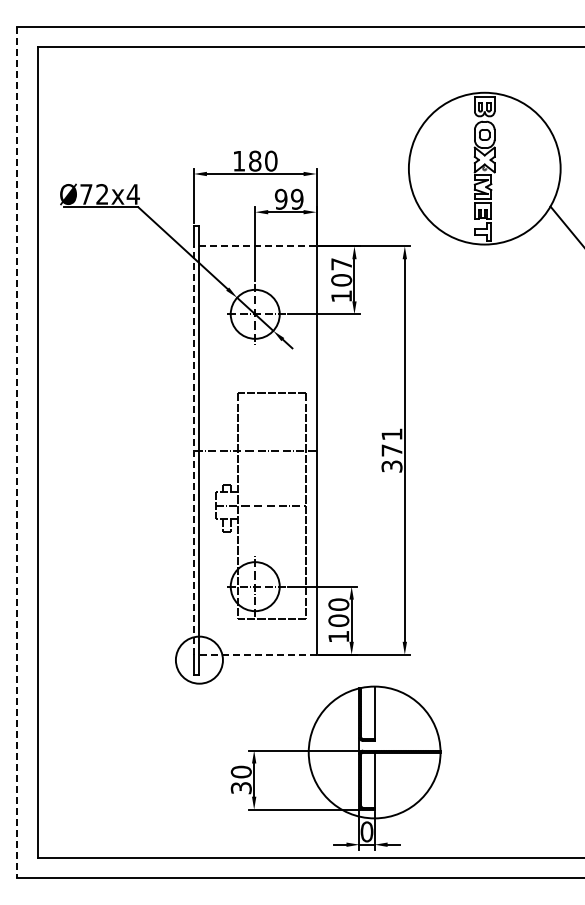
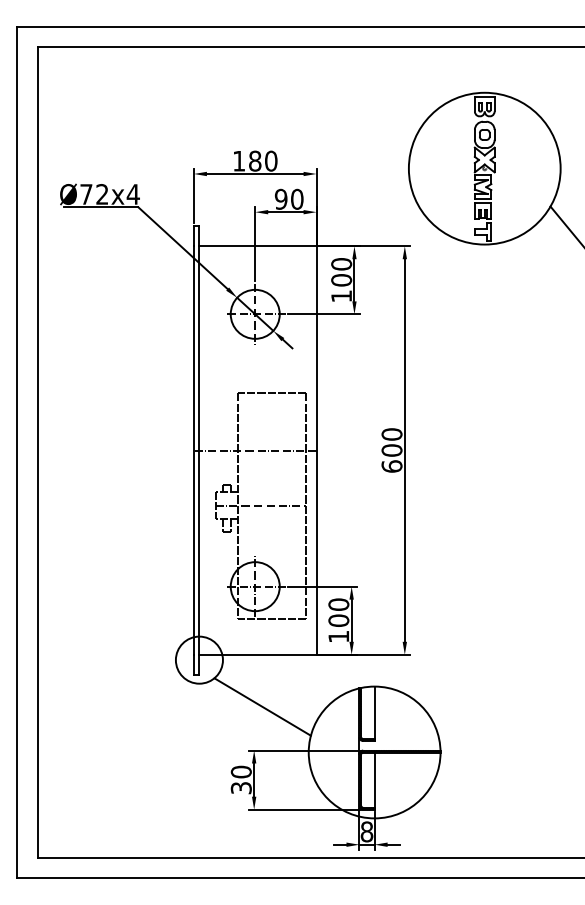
text at (297, 199): 99 -> 90
line at (257, 246): dashed -> solid
text at (341, 264): 107 -> 100
line at (193, 450): dashed -> solid
text at (391, 450): 371 -> 600
line at (17, 452): dashed -> solid
line at (257, 654): dashed -> solid
line at (262, 706): none -> present
text at (366, 831): 0 -> 8
